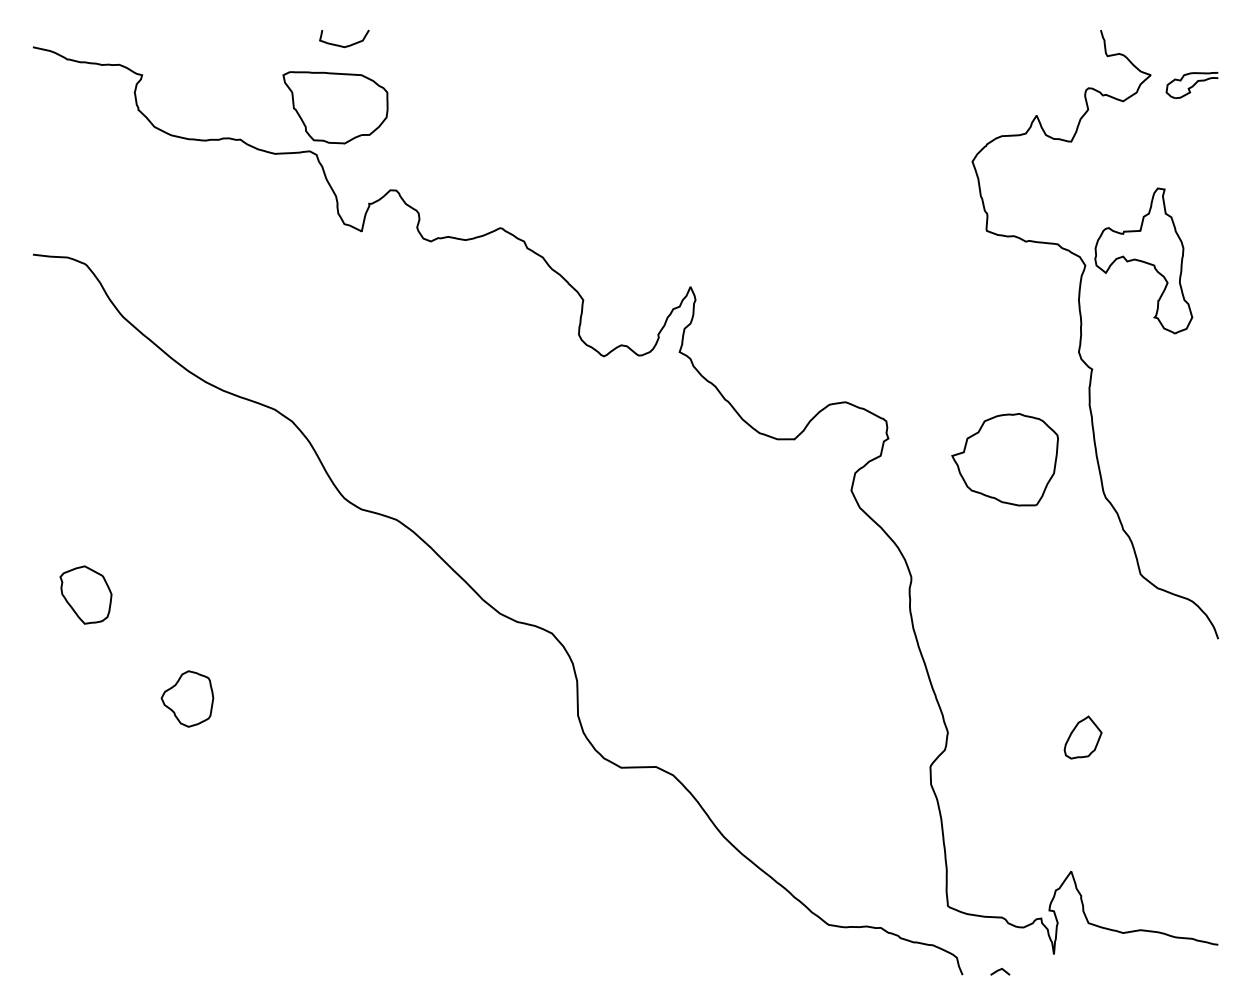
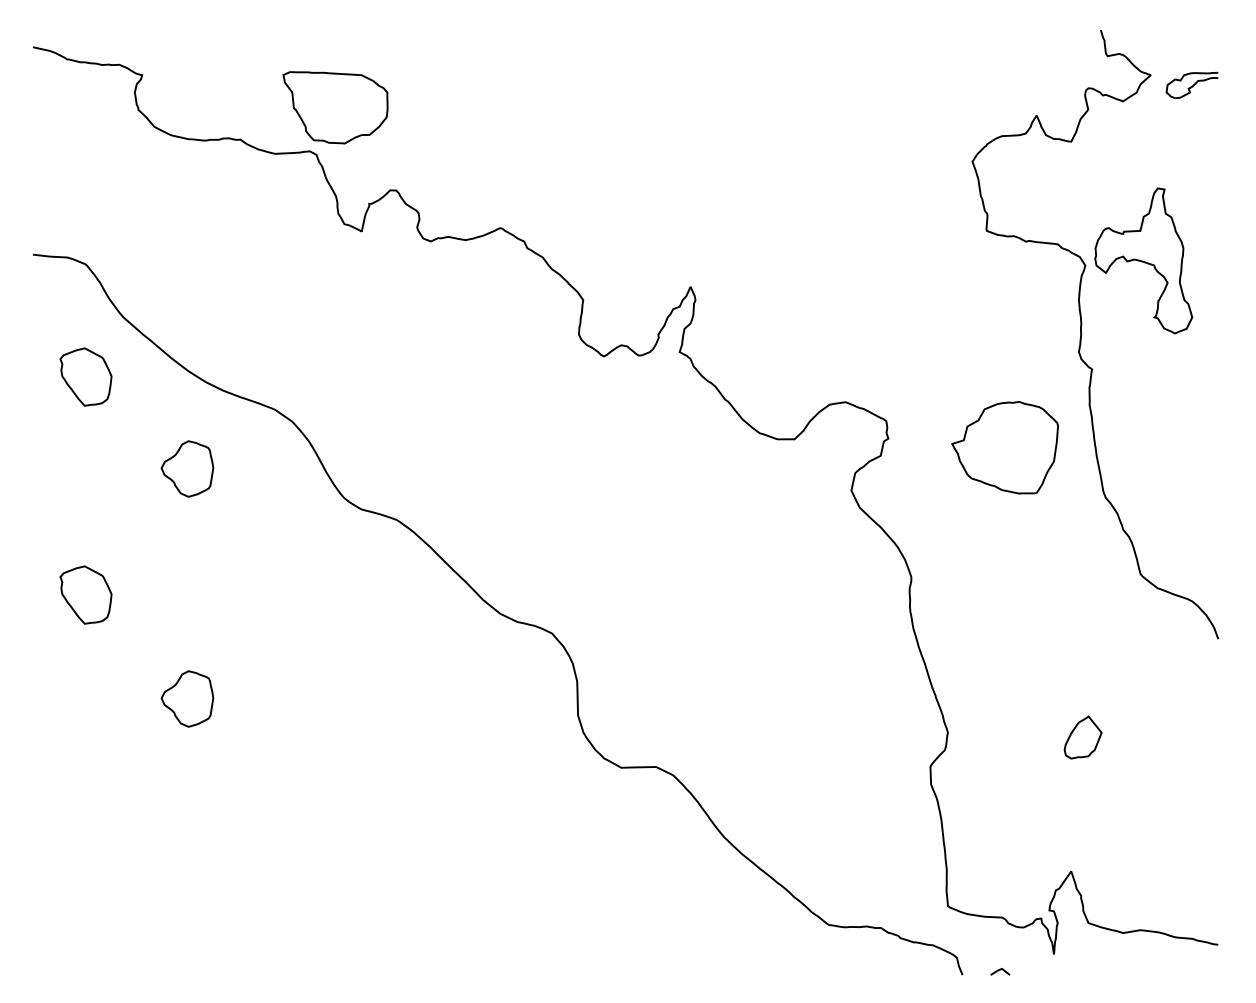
curve at (342, 45): present -> none
part at (85, 376): none -> present
part at (1004, 459) position: (1004, 459) -> (1004, 447)
part at (187, 468): none -> present
